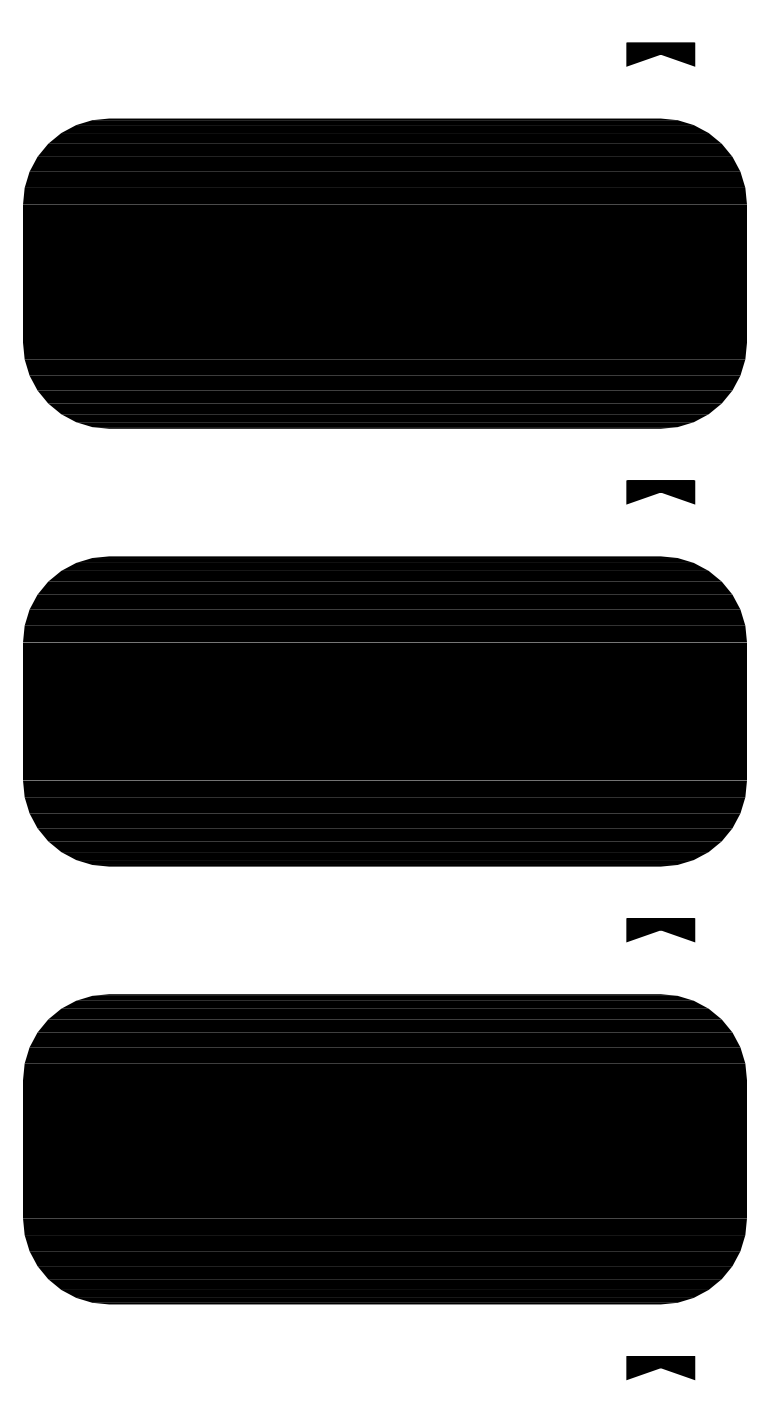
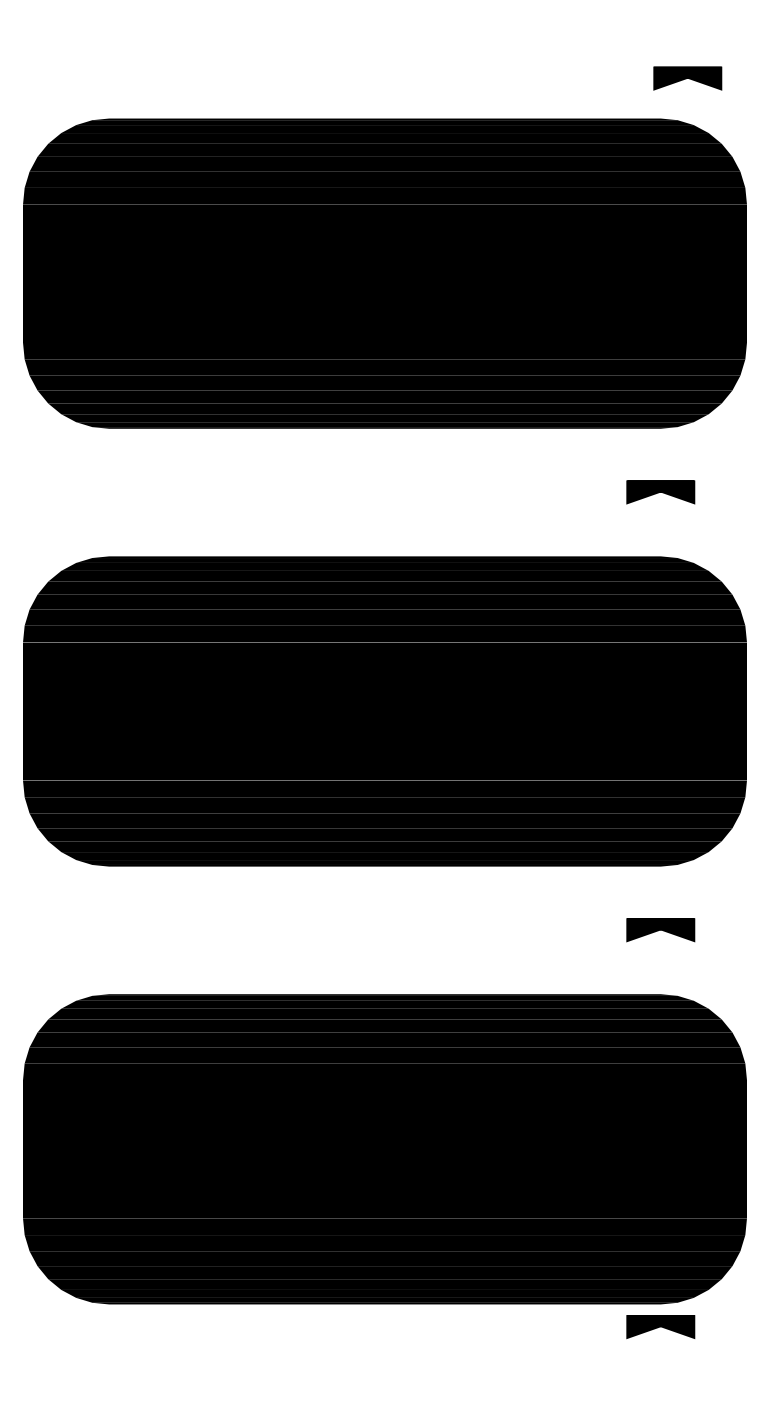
part at (660, 54) position: (660, 54) -> (687, 78)
part at (660, 1368) position: (660, 1368) -> (660, 1327)
